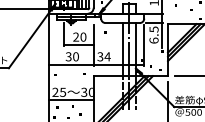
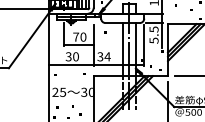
text at (76, 36): 20 -> 70
text at (153, 40): 6.5 -> 5.5
line at (71, 100): present -> none
